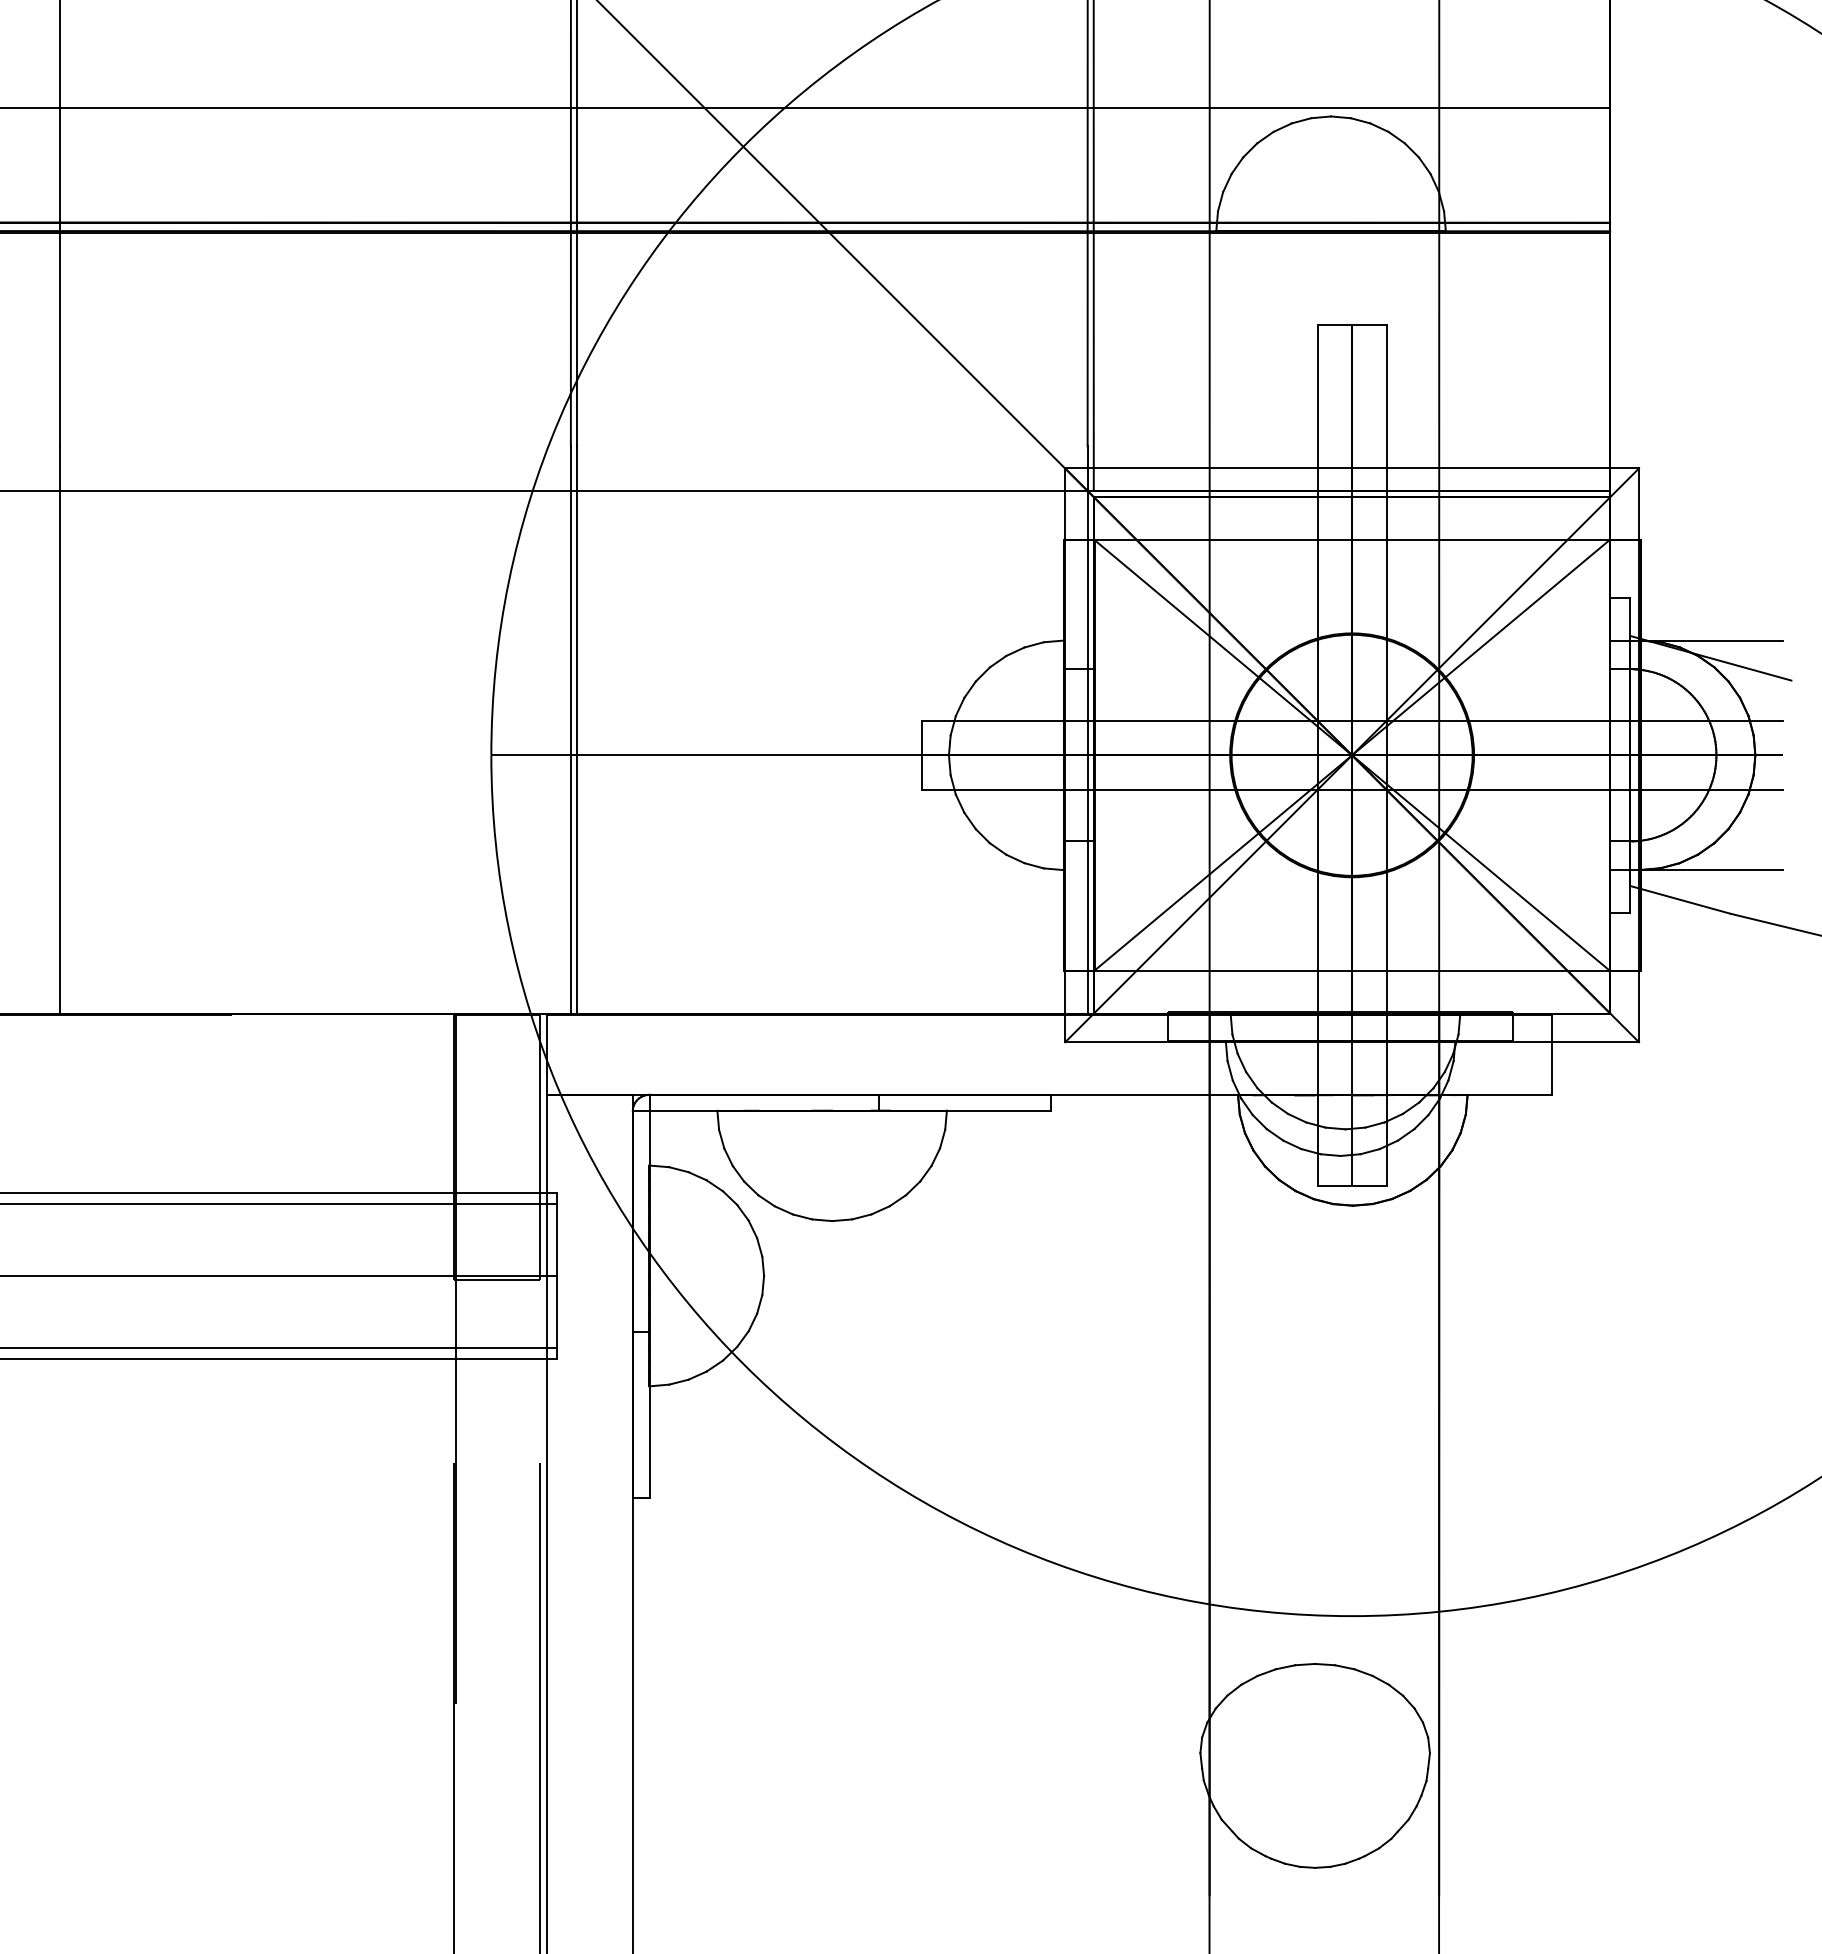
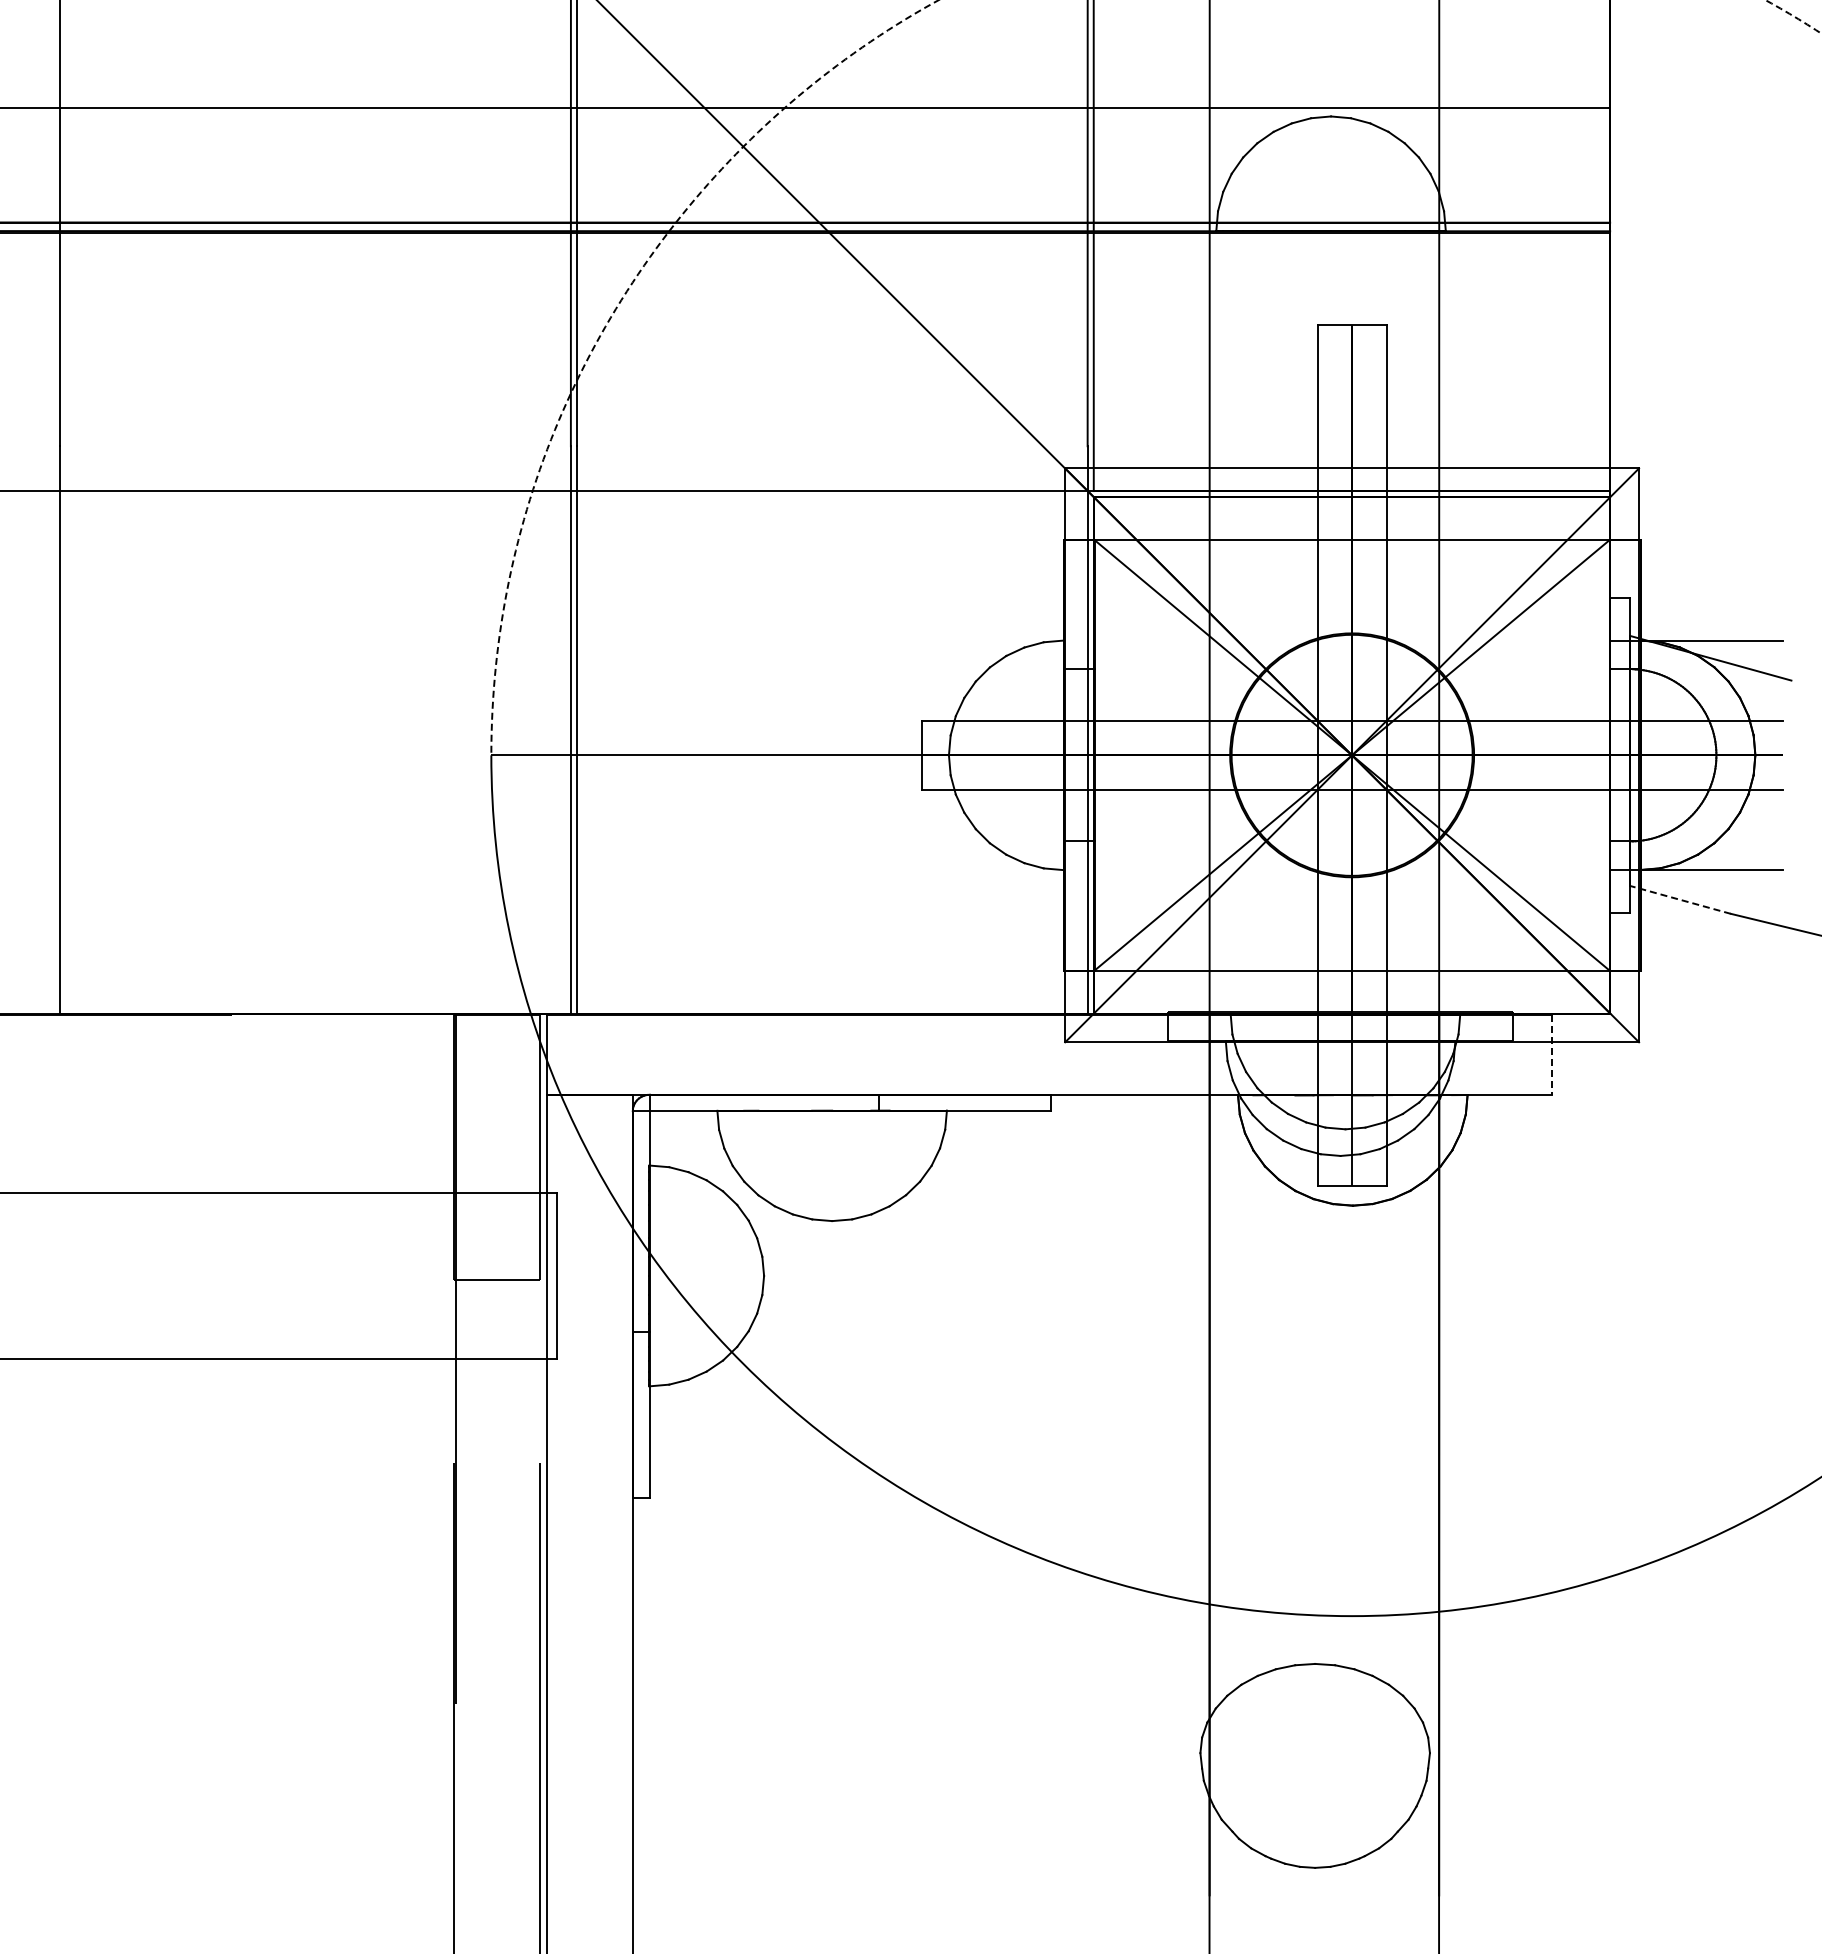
arc at (628, 289): solid -> dashed
line at (1680, 899): solid -> dashed
line at (1551, 1055): solid -> dashed
line at (279, 1204): present -> none
line at (279, 1275): present -> none
line at (279, 1347): present -> none
